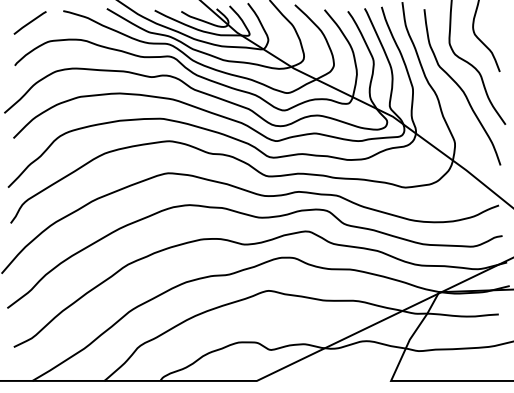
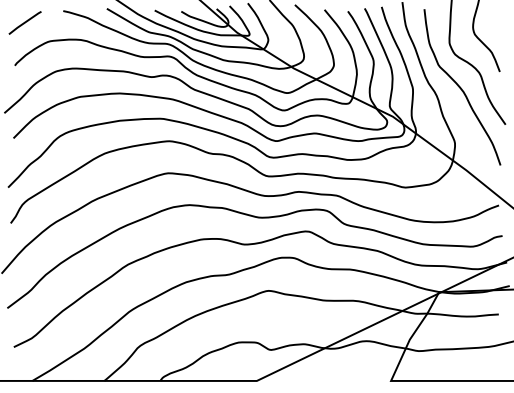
line at (29, 22) position: (29, 22) -> (24, 22)
